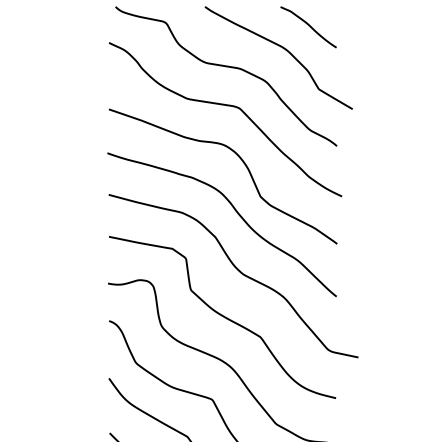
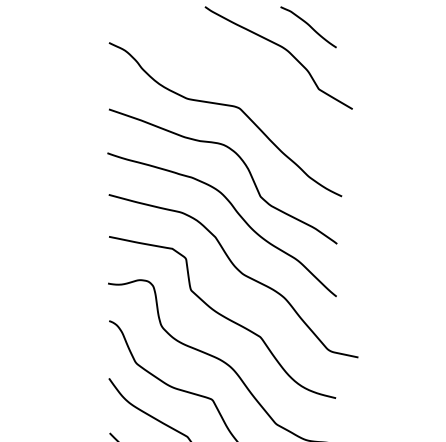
curve at (226, 67): present -> none
